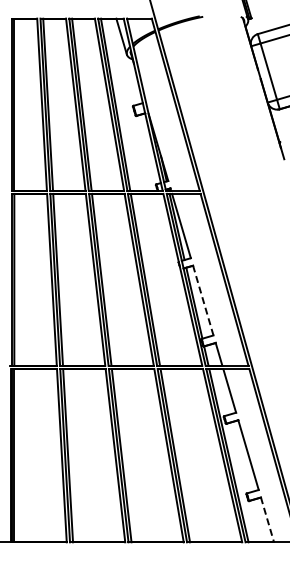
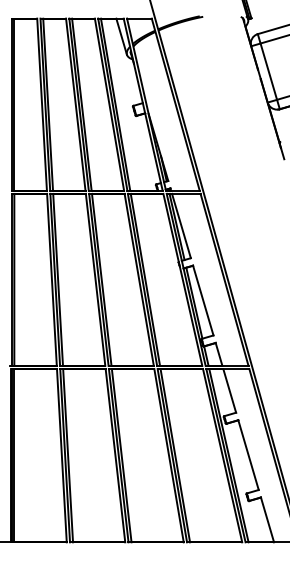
line at (203, 300): dashed -> solid
line at (267, 520): dashed -> solid
